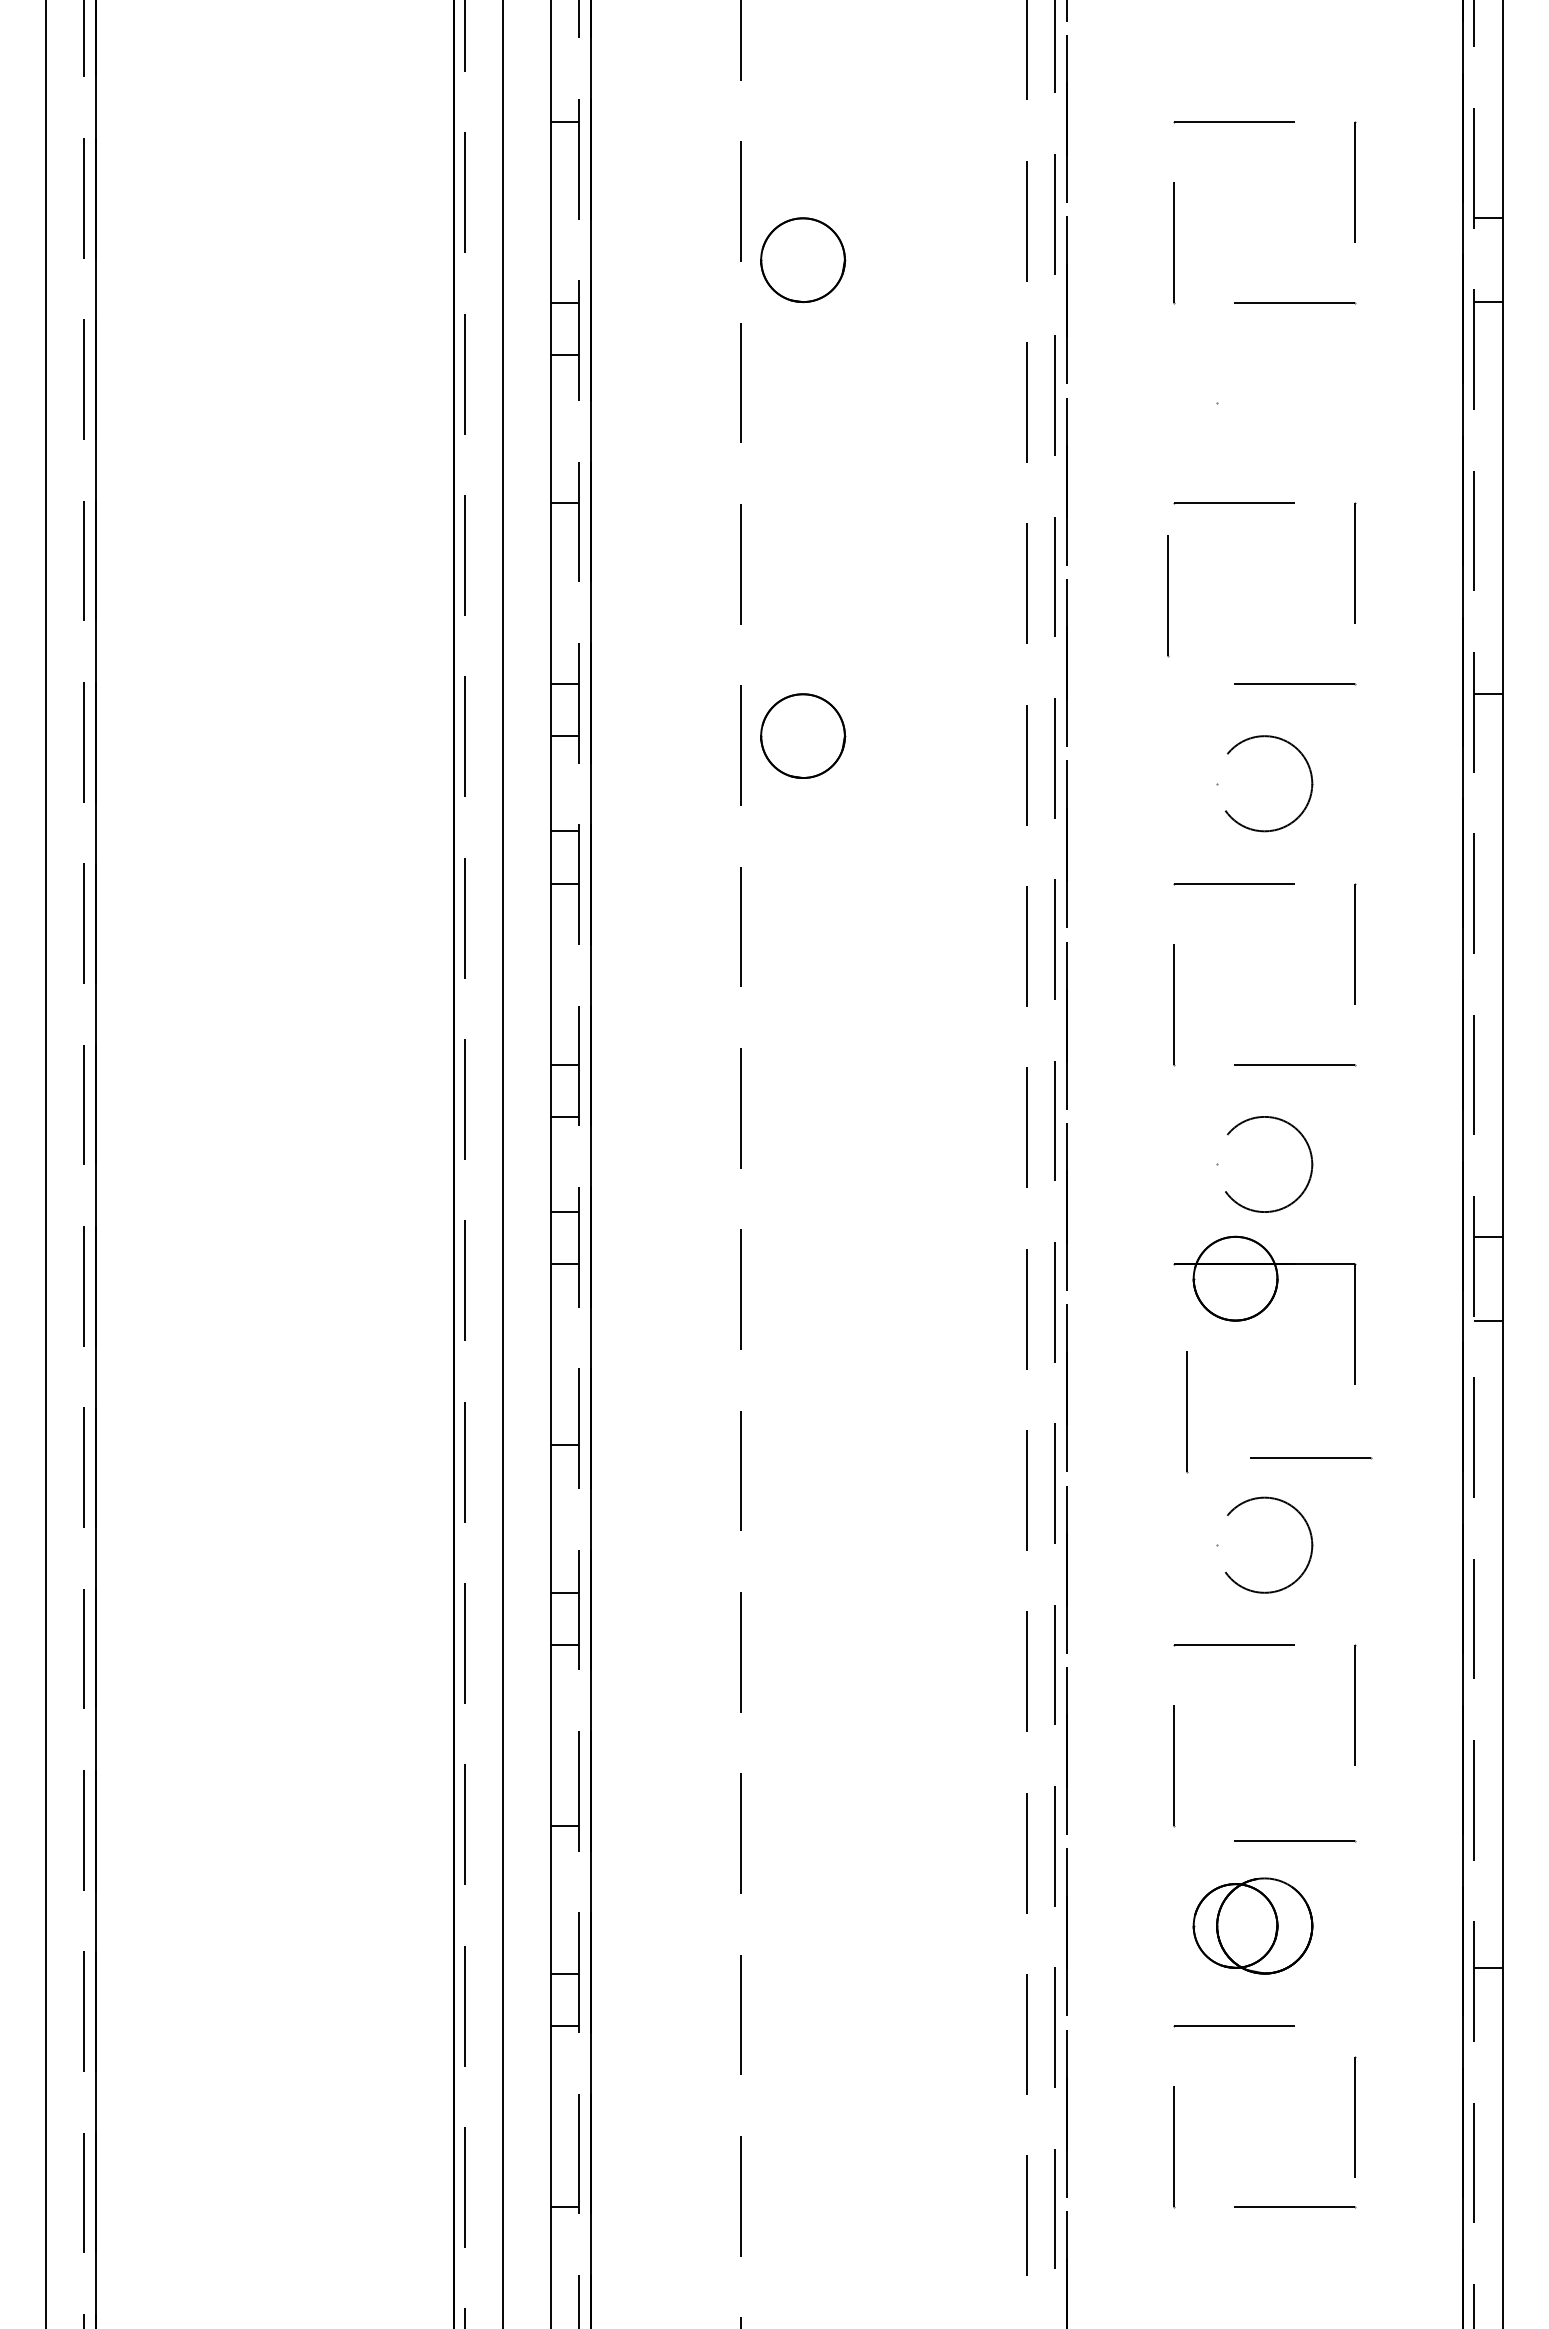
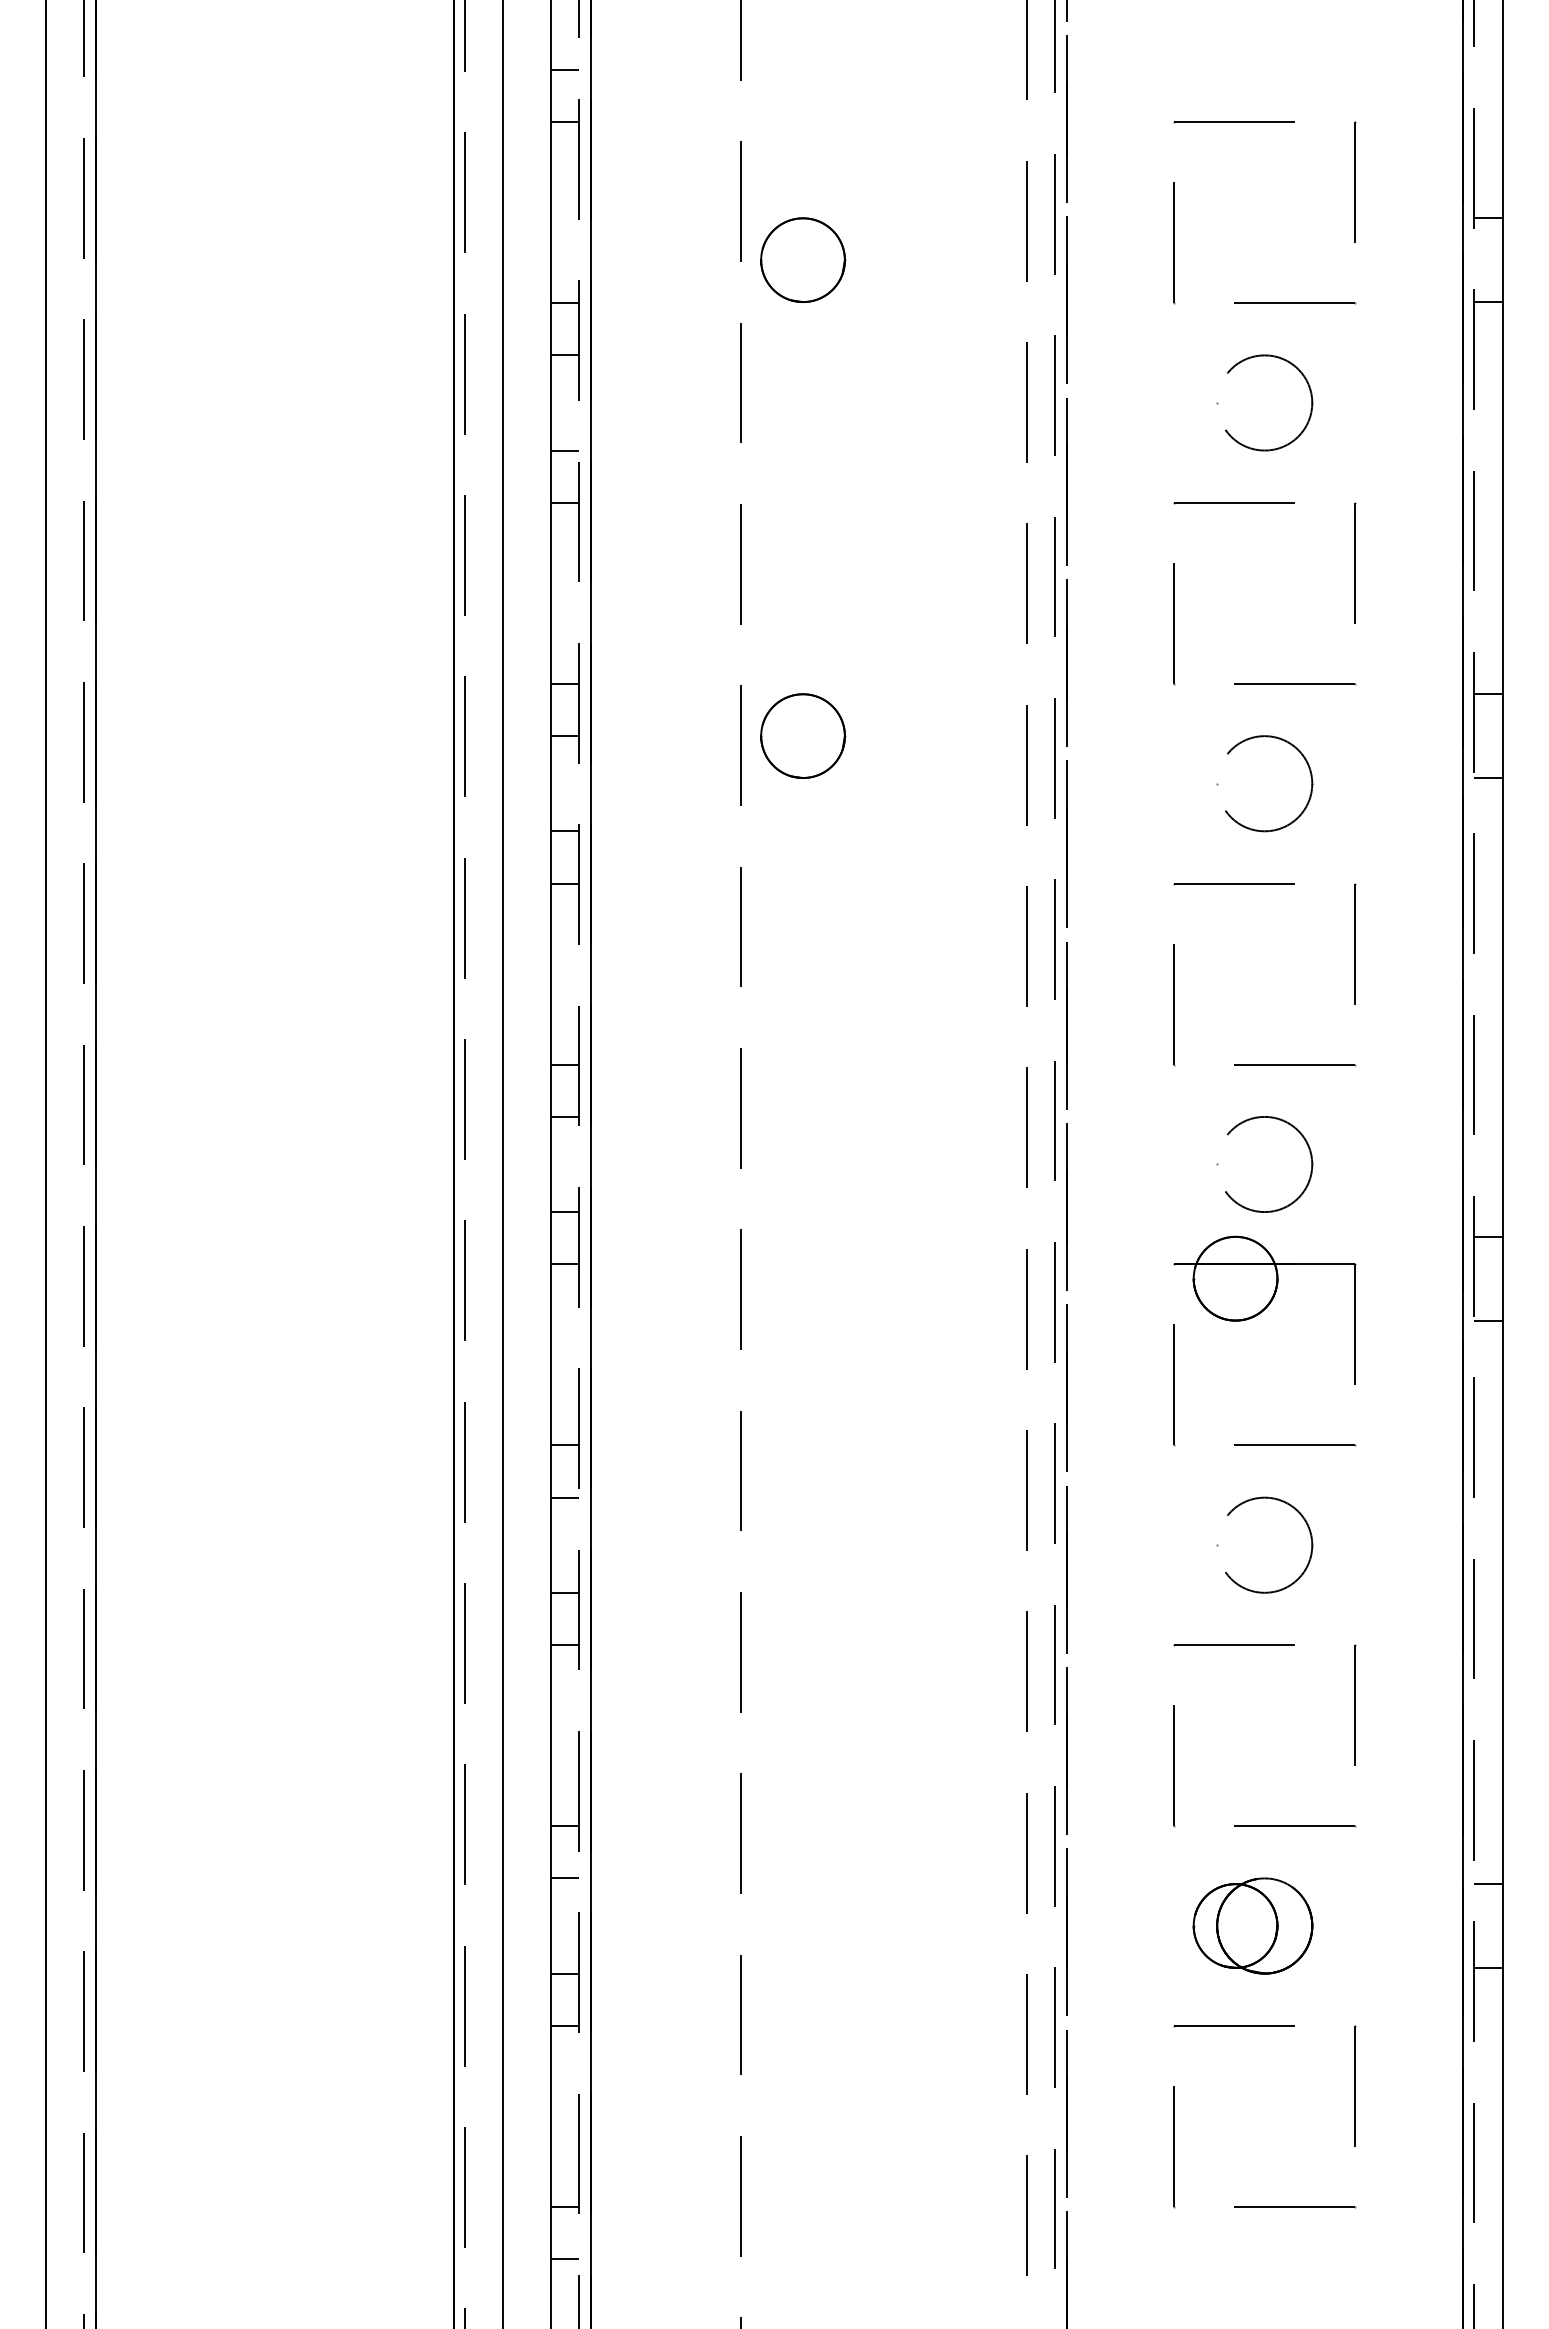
line at (564, 69): none -> present
part at (1310, 396): none -> present
line at (564, 450): none -> present
line at (1168, 596) position: (1168, 596) -> (1174, 624)
line at (1488, 778): none -> present
line at (1187, 1412) position: (1187, 1412) -> (1174, 1385)
line at (1311, 1458) position: (1311, 1458) -> (1295, 1445)
line at (564, 1497): none -> present
line at (1295, 1841) position: (1295, 1841) -> (1295, 1826)
line at (564, 1878): none -> present
line at (1488, 1884): none -> present
line at (1355, 2116) position: (1355, 2116) -> (1355, 2085)
line at (564, 2259): none -> present
